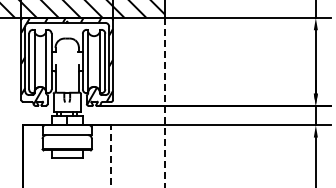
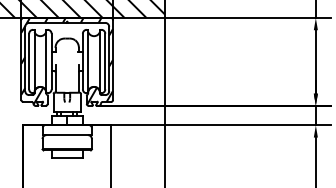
line at (164, 103): dashed -> solid
line at (111, 156): dashed -> solid
